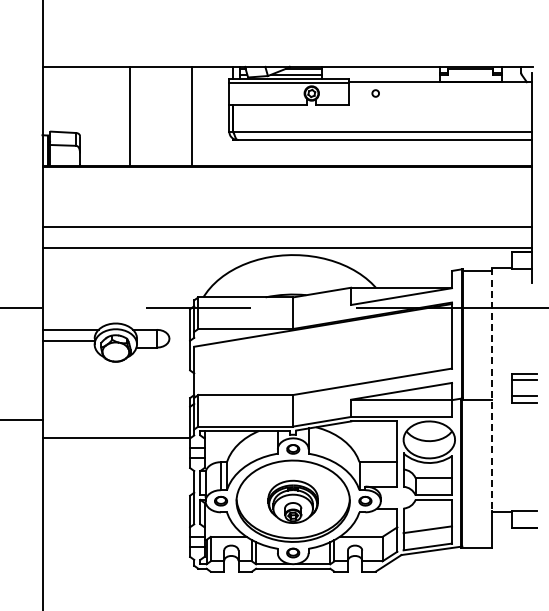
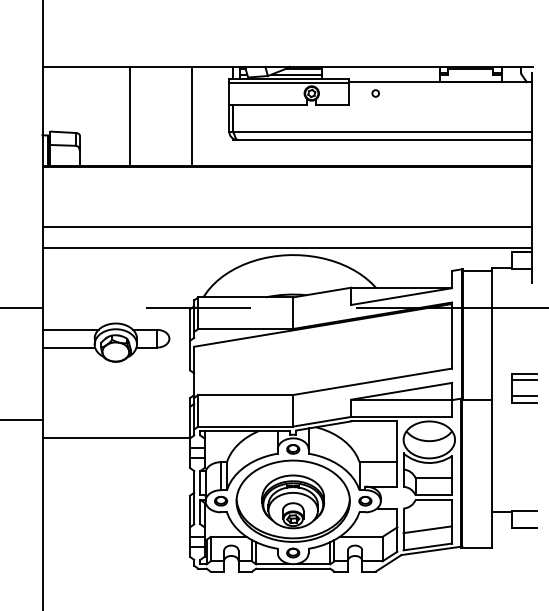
line at (68, 340) position: (68, 340) -> (68, 347)
line at (492, 390): dashed -> solid
part at (292, 501) size: 52x45 px -> 64x56 px
